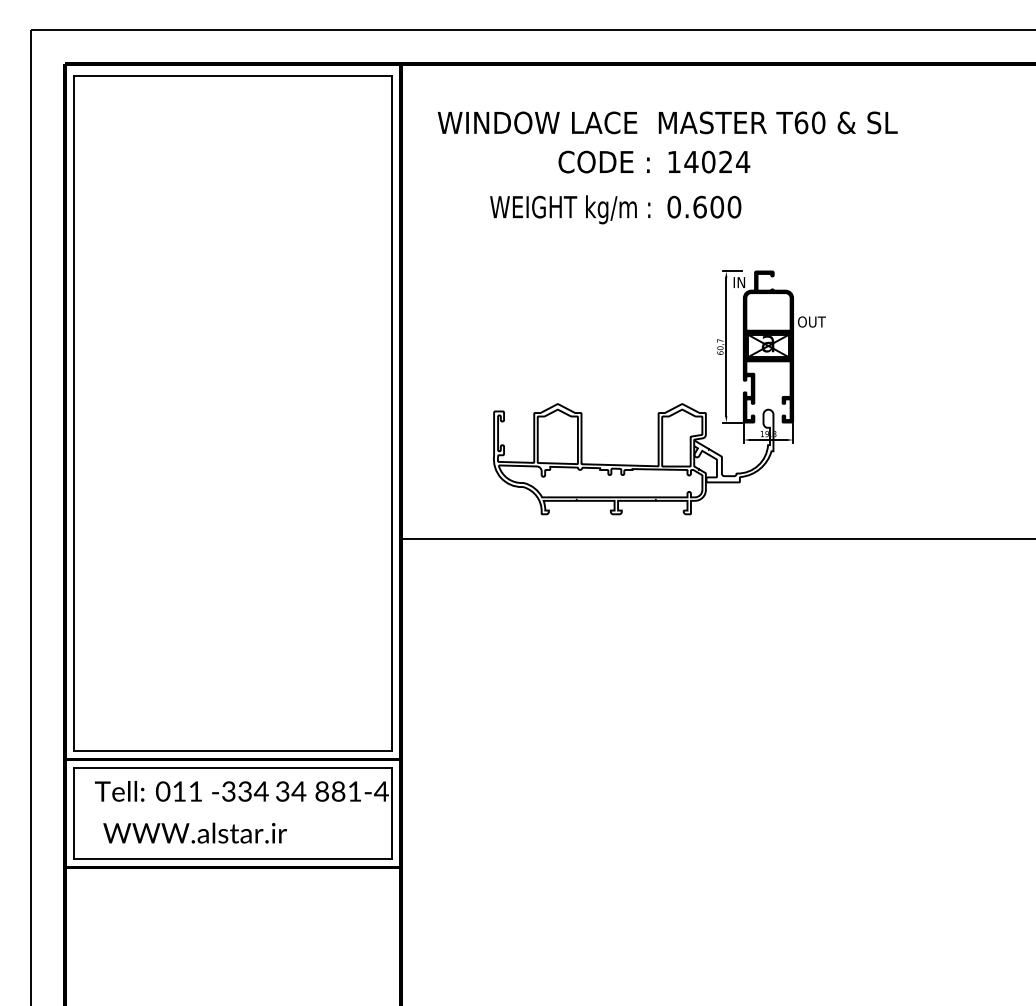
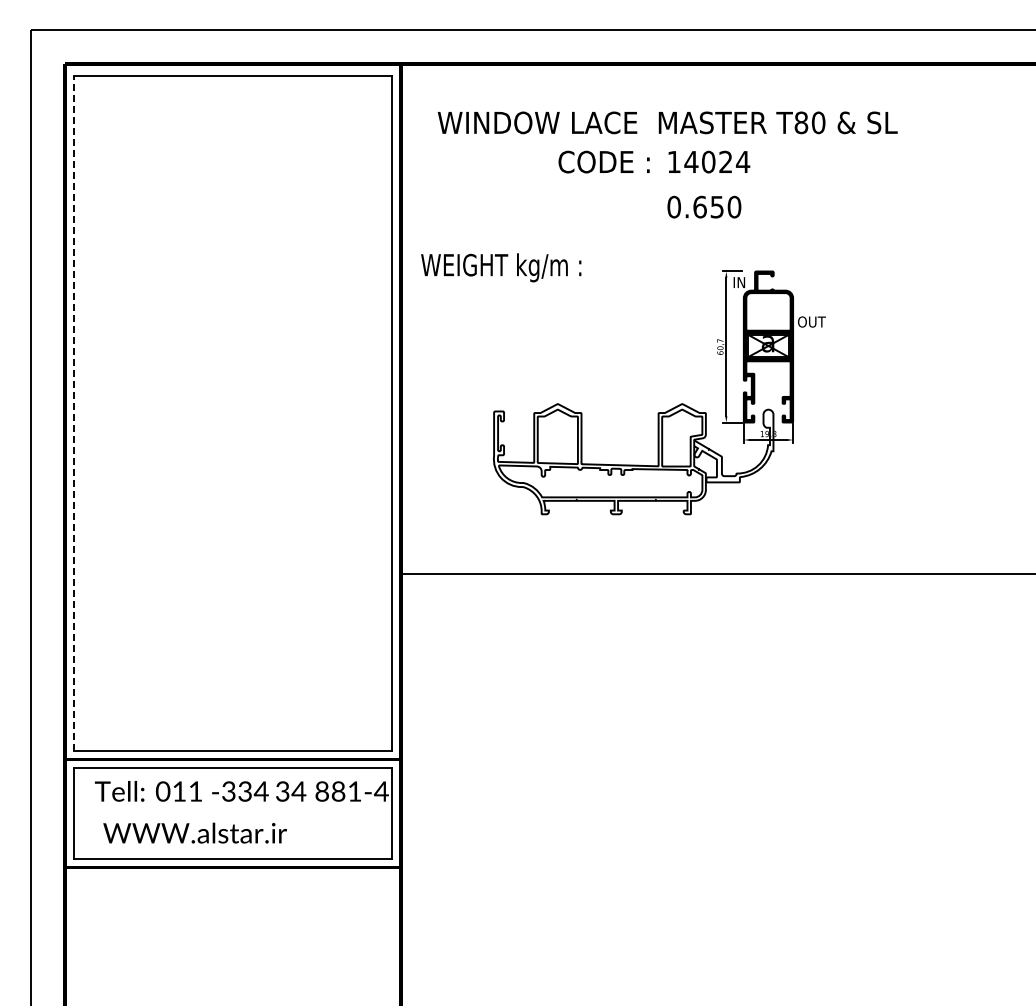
text at (801, 122): T60 -> T80
text at (717, 206): 0.600 -> 0.650
text at (570, 209) position: (570, 209) -> (501, 267)
line at (74, 412): solid -> dashed
line at (716, 538) position: (716, 538) -> (716, 573)
